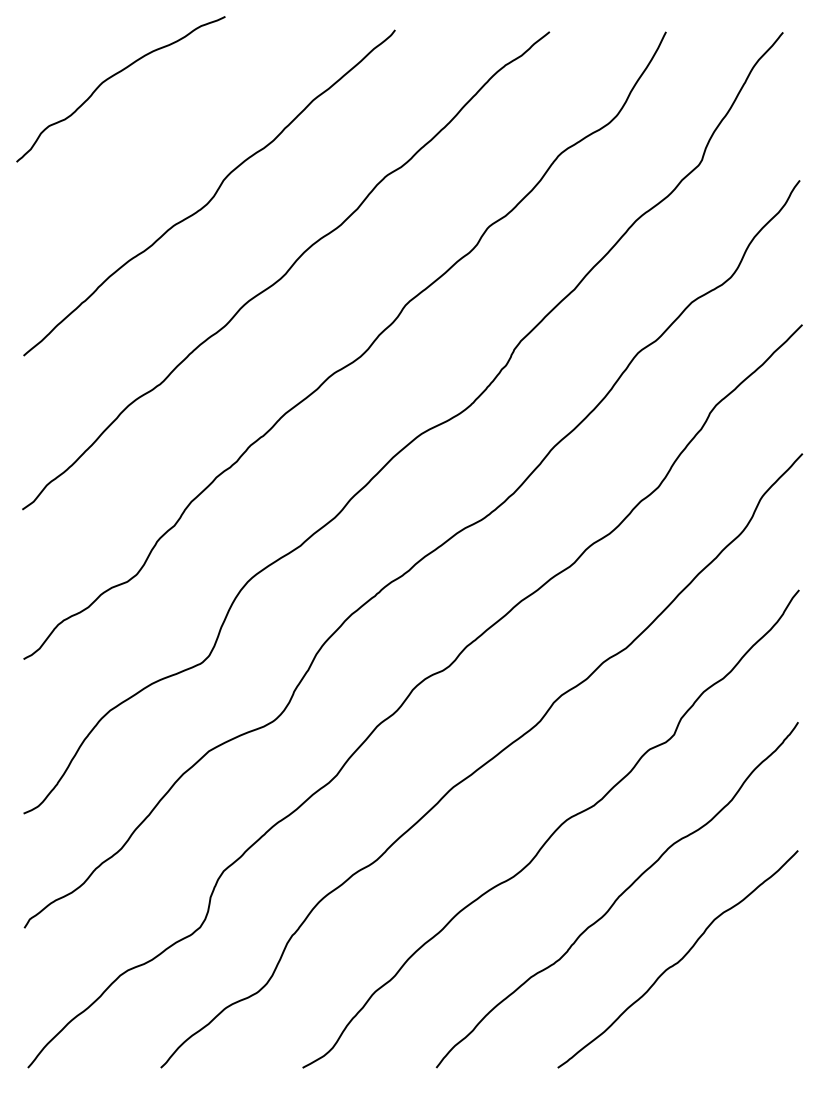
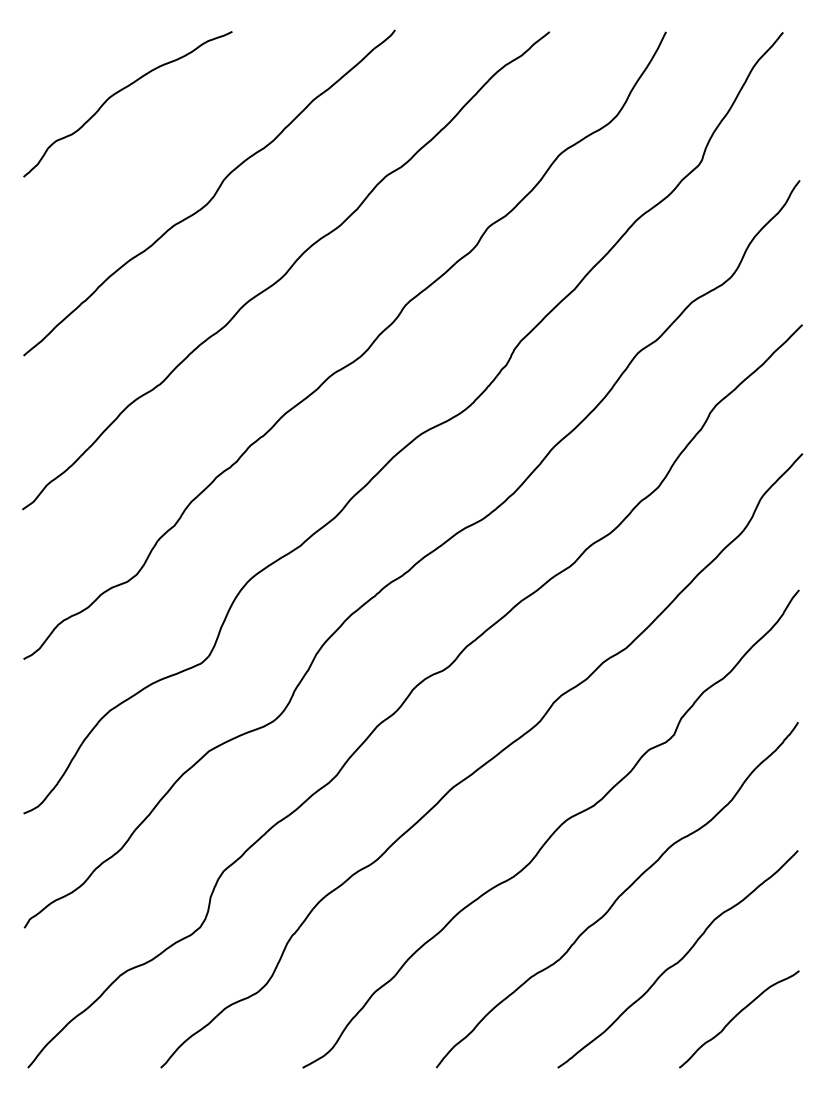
curve at (112, 77) position: (112, 77) -> (119, 92)
curve at (736, 1016): none -> present
